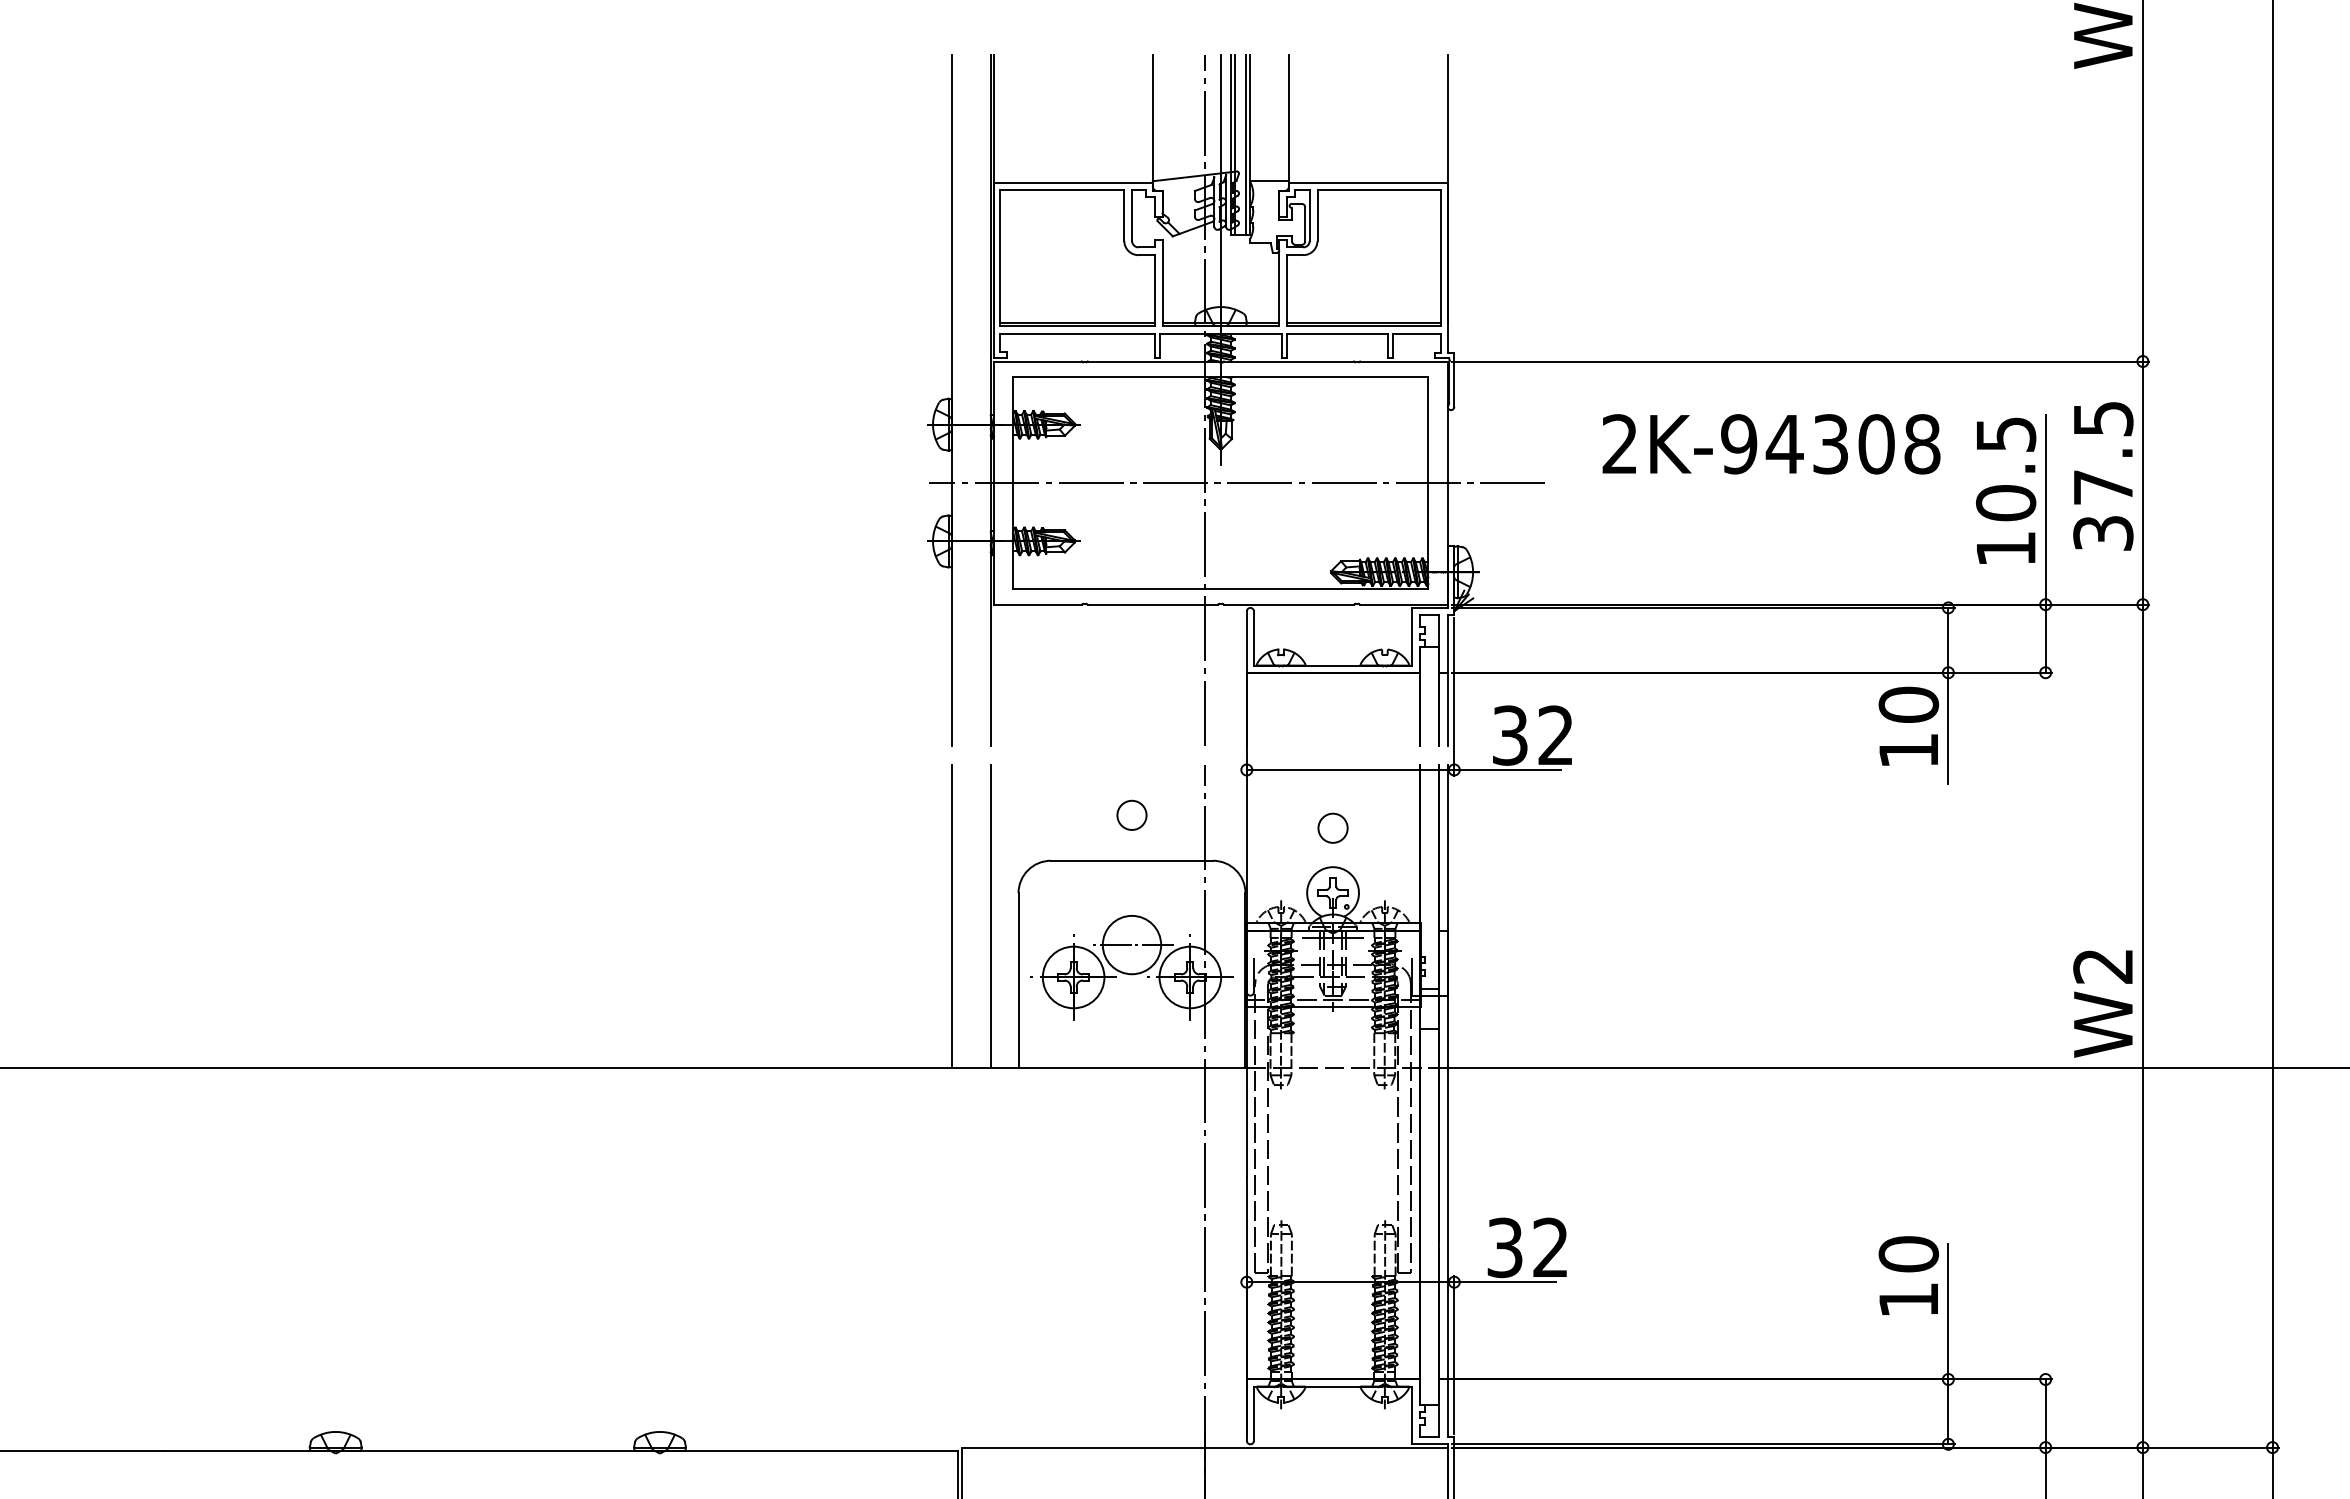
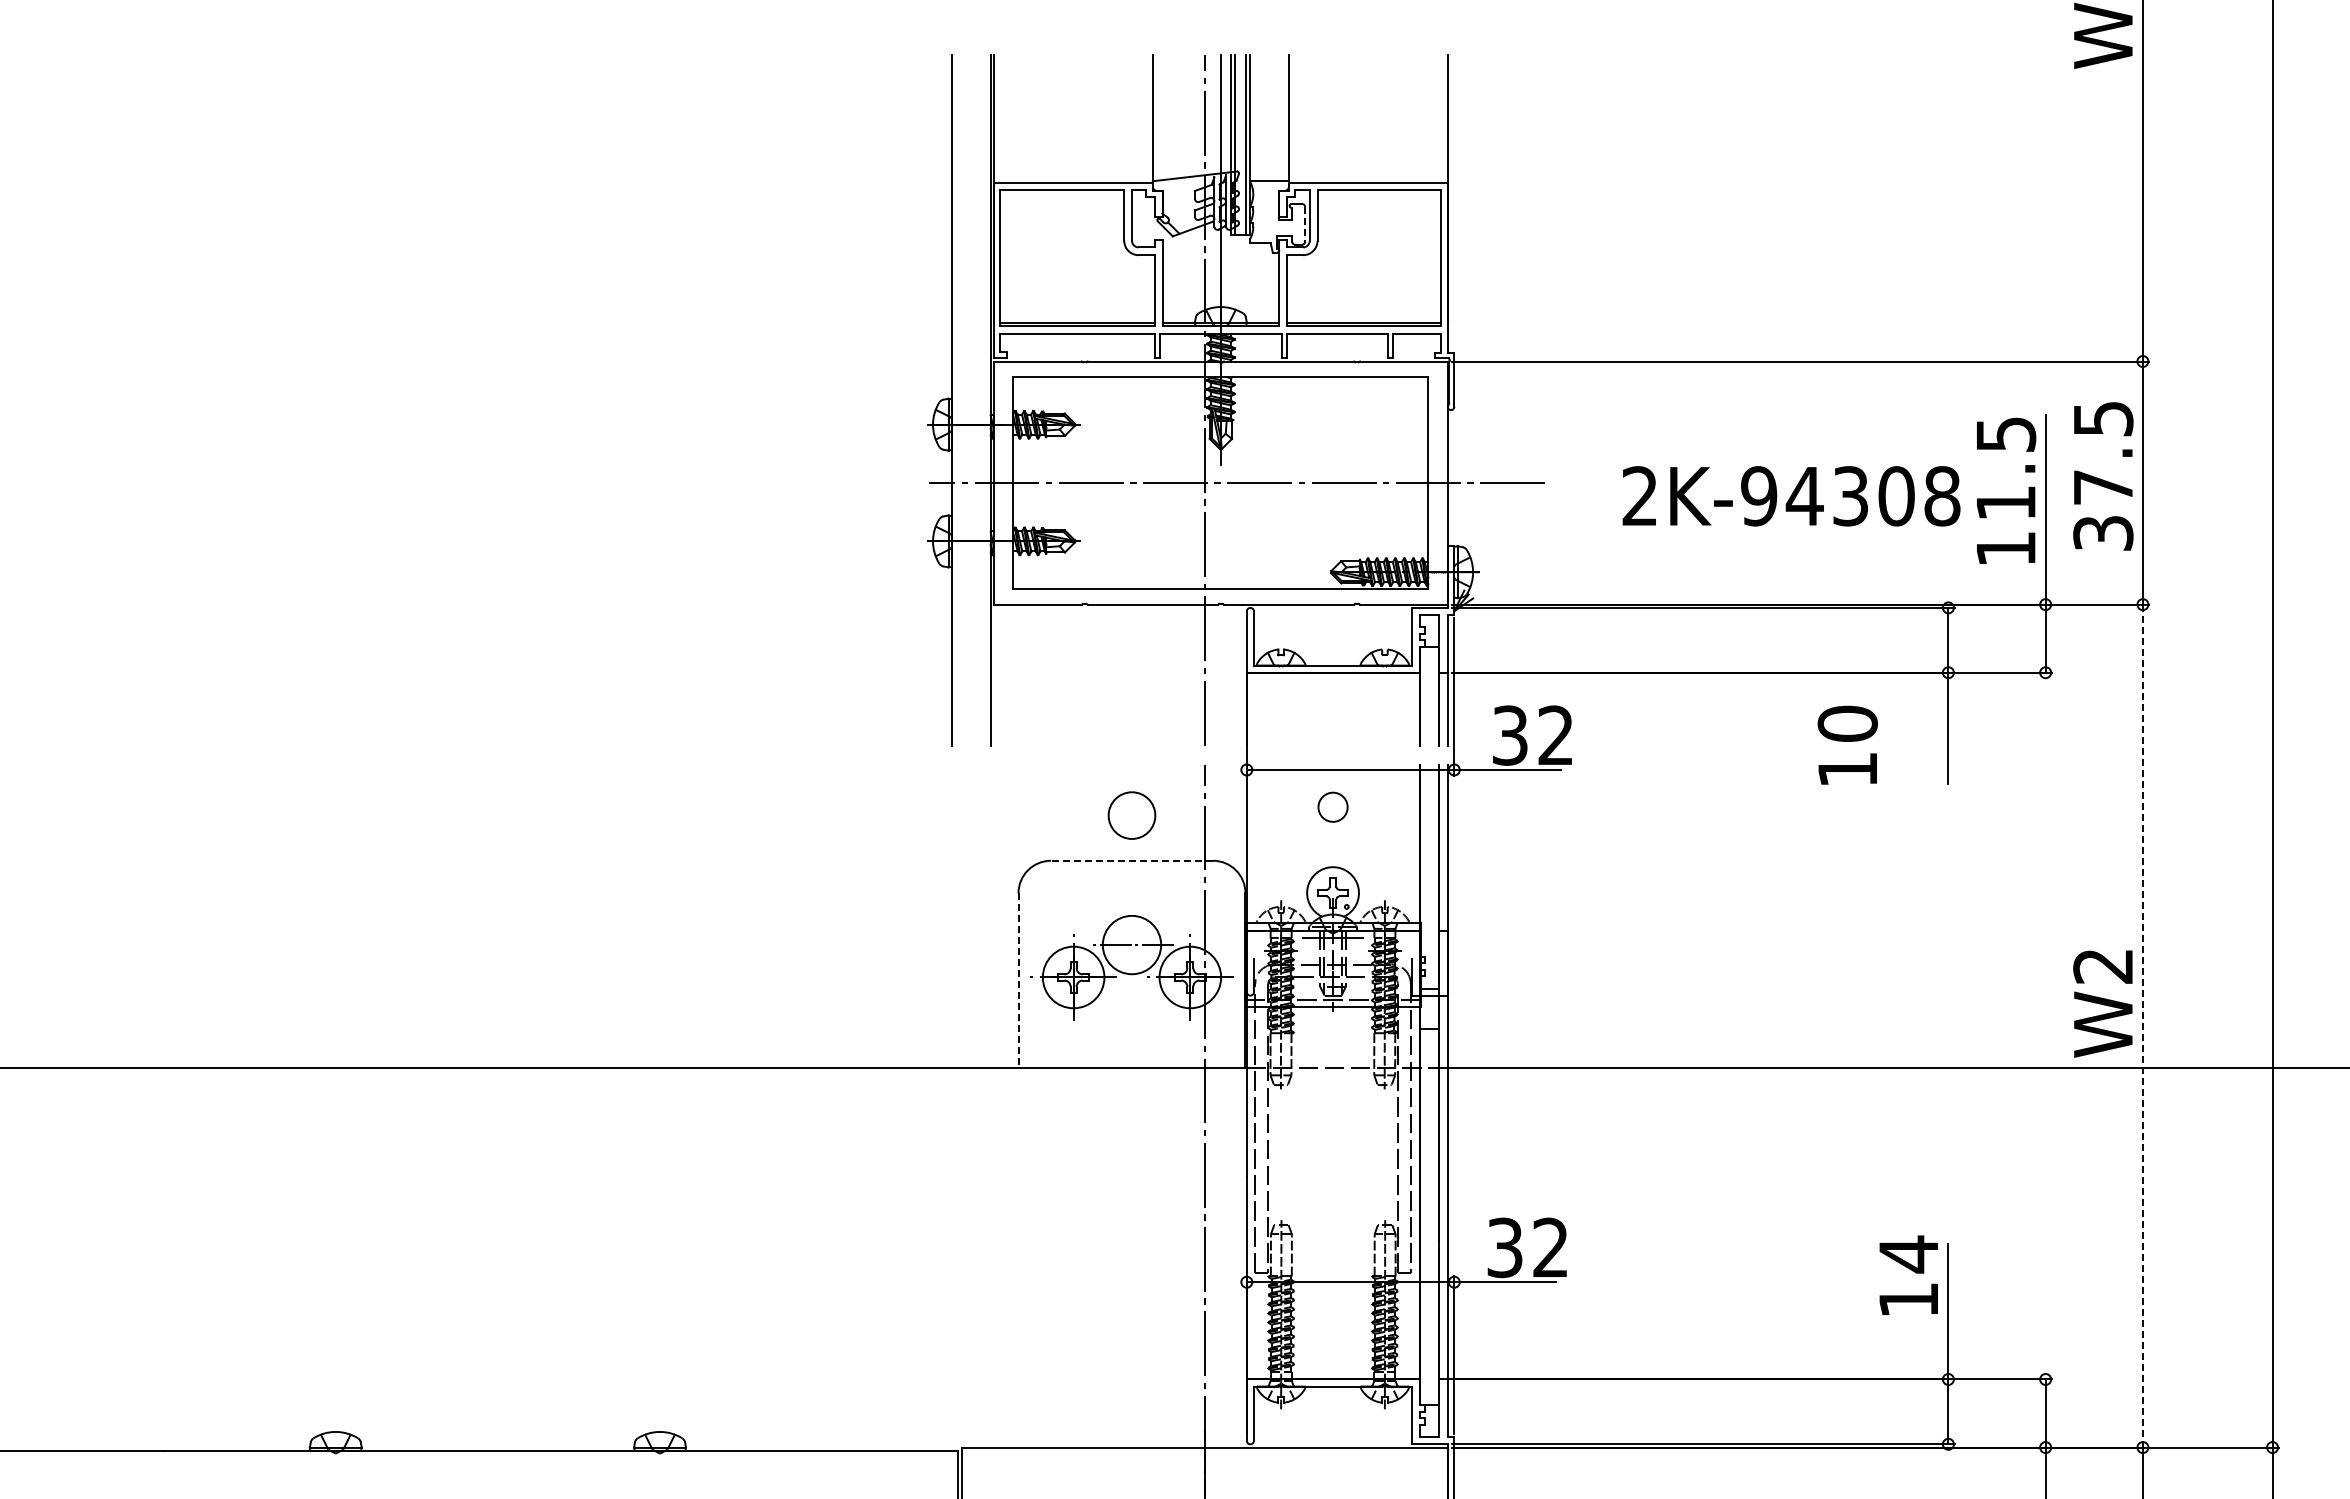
line at (1305, 224): solid -> dashed
text at (1771, 444) position: (1771, 444) -> (1791, 496)
text at (2005, 503): 10.5 -> 11.5
text at (1908, 725) position: (1908, 725) -> (1847, 744)
circle at (1131, 814) size: 32x32 px -> 50x49 px
circle at (1332, 827) position: (1332, 827) -> (1332, 806)
line at (1131, 860): solid -> dashed
line at (951, 916): present -> none
line at (990, 916): present -> none
line at (1018, 980): solid -> dashed
line at (2142, 1025): solid -> dashed
text at (1908, 1254): 10 -> 14
